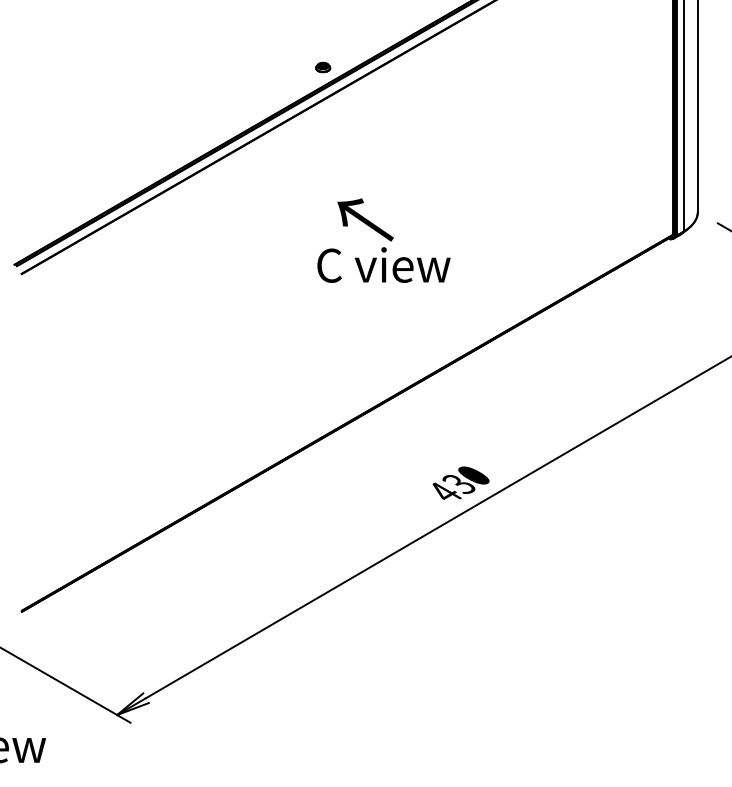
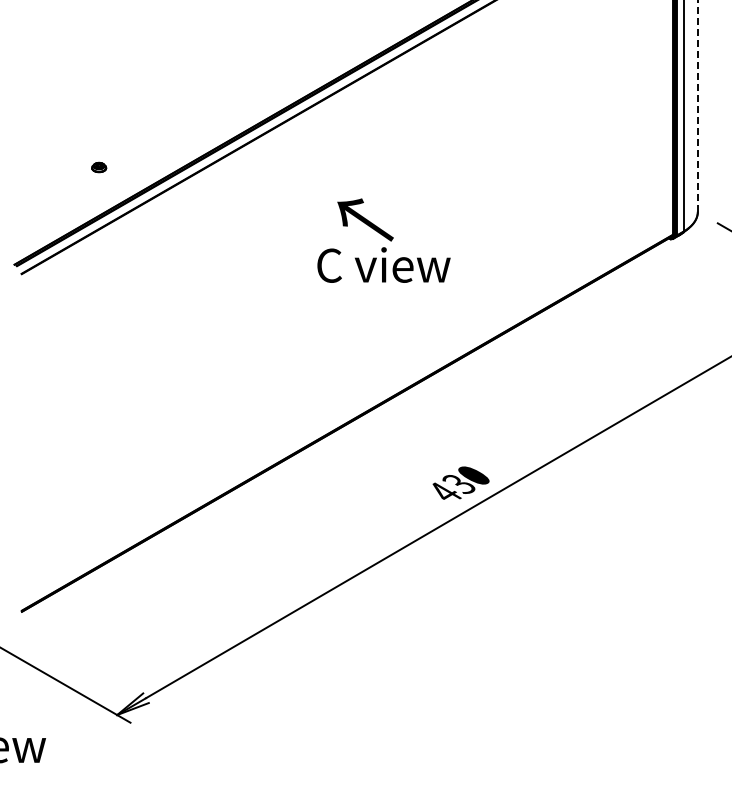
part at (323, 67) position: (323, 67) -> (99, 167)
line at (697, 105): solid -> dashed
